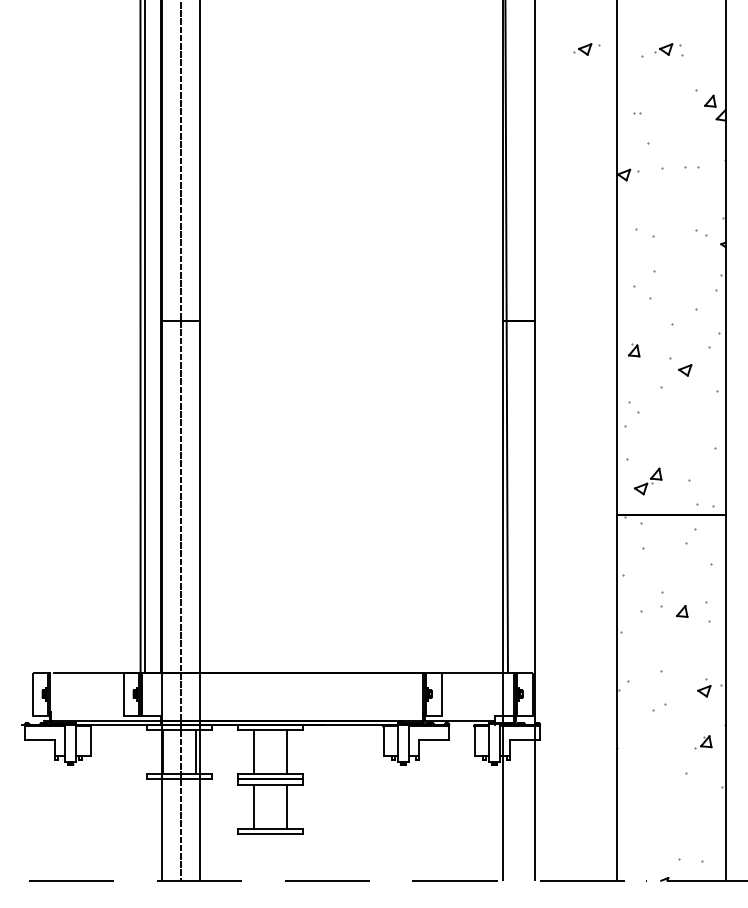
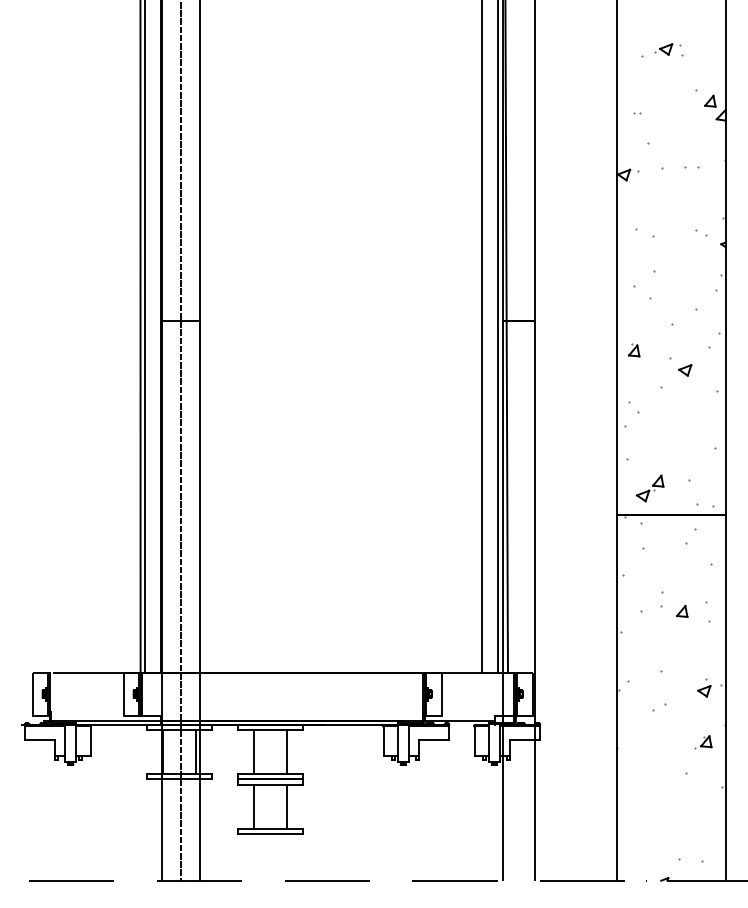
part at (586, 49): present -> none
line at (481, 337): none -> present
line at (497, 337): none -> present
part at (648, 481) position: (648, 481) -> (650, 488)
